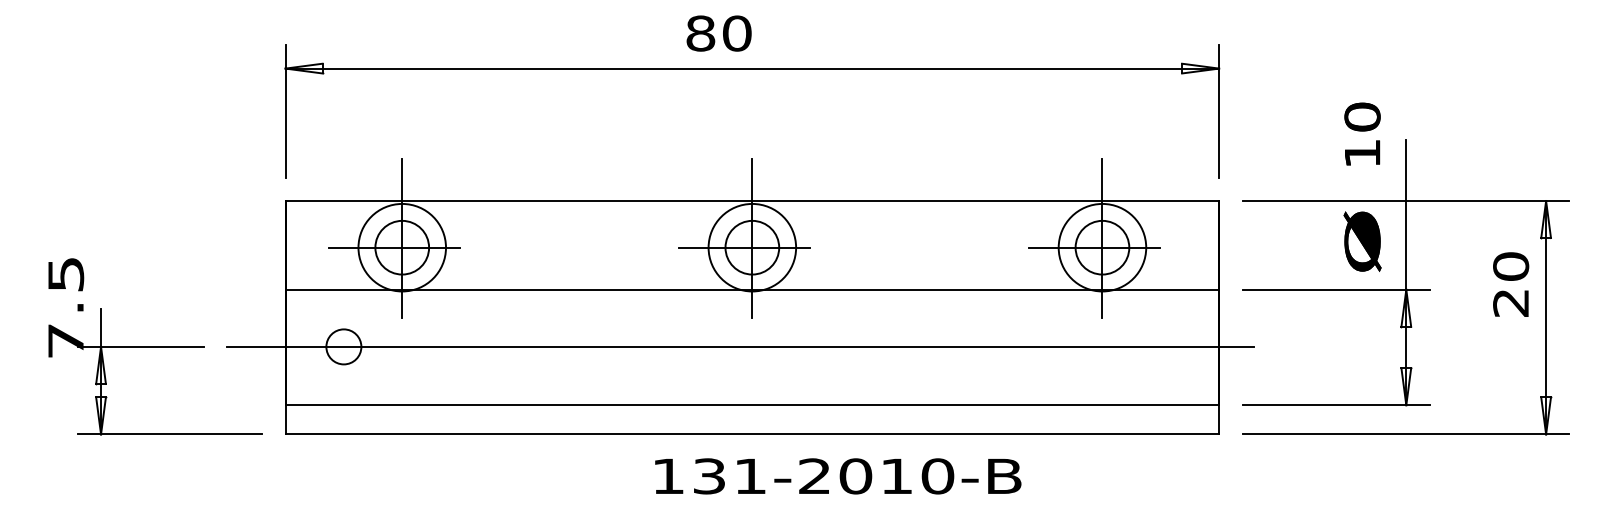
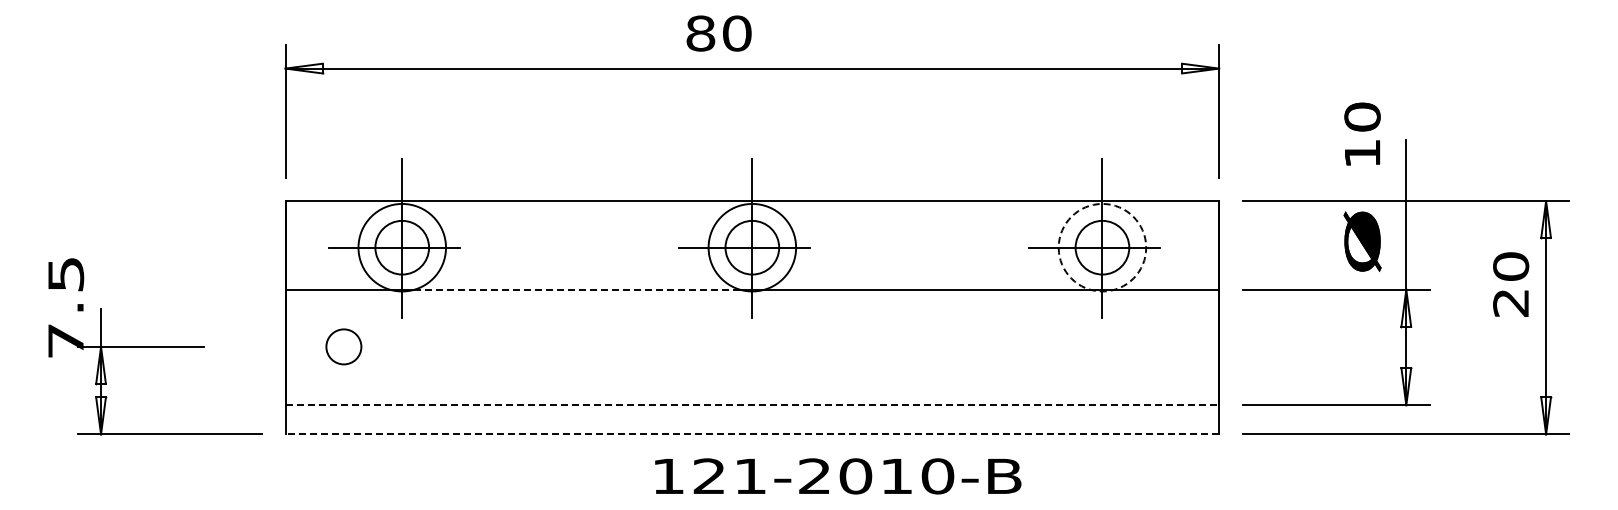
circle at (1102, 247): solid -> dashed
line at (577, 289): solid -> dashed
line at (740, 346): present -> none
line at (752, 405): solid -> dashed
line at (752, 434): solid -> dashed
text at (708, 476): 131-2010-B -> 121-2010-B
